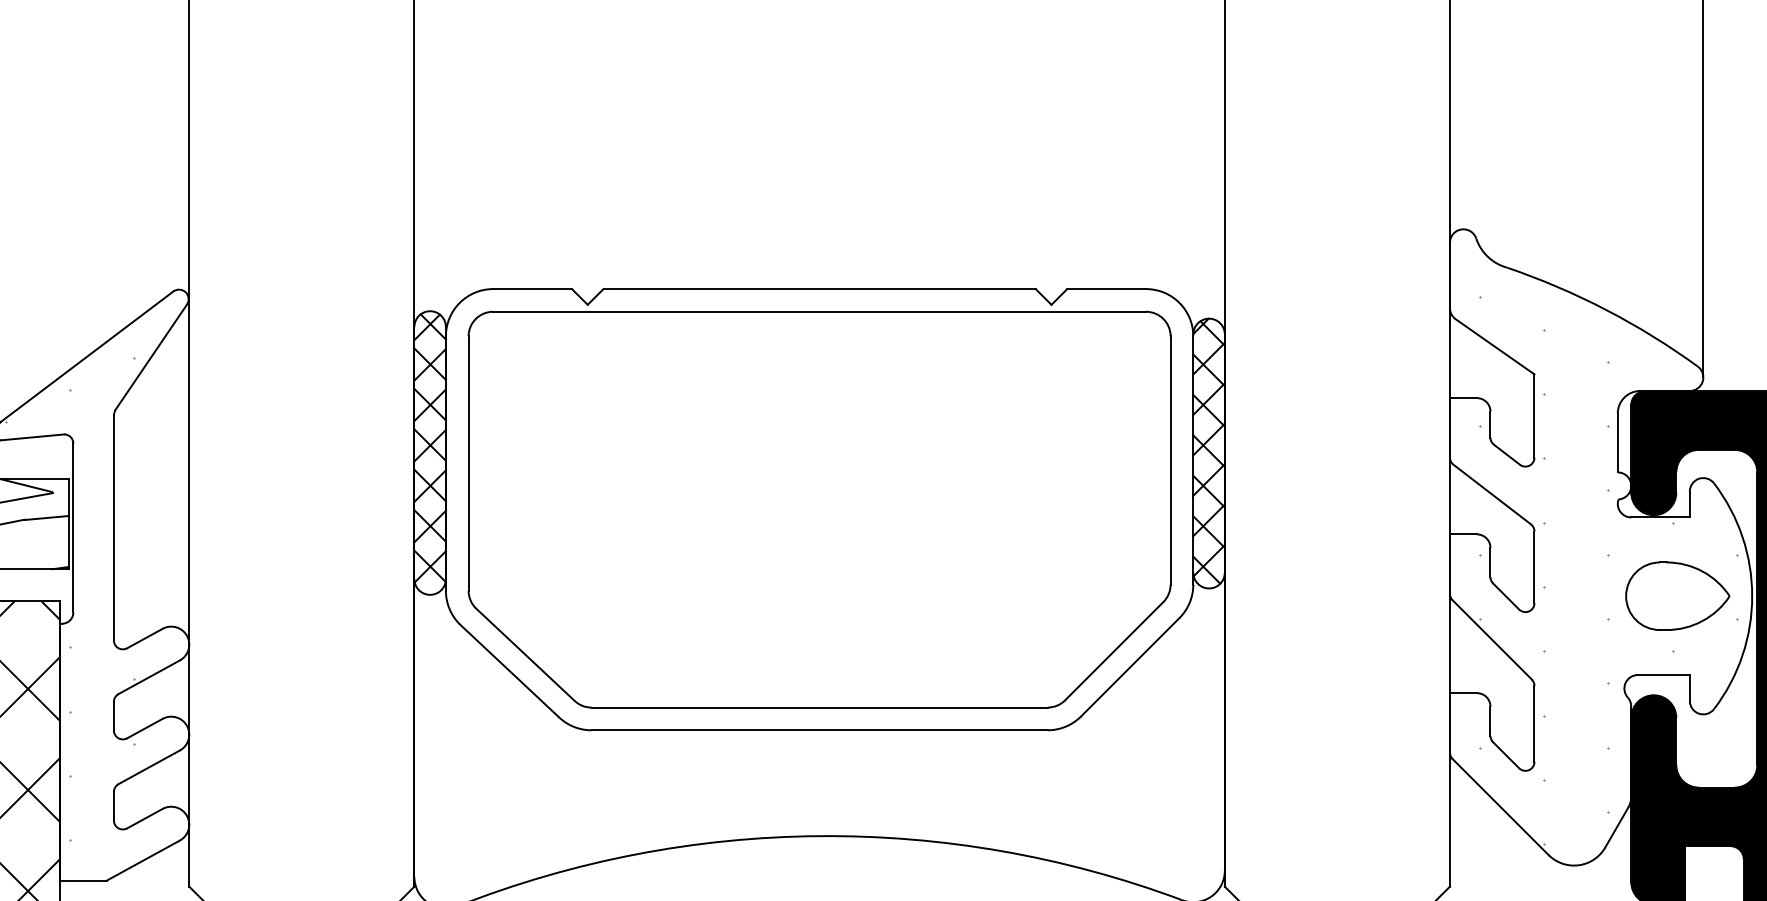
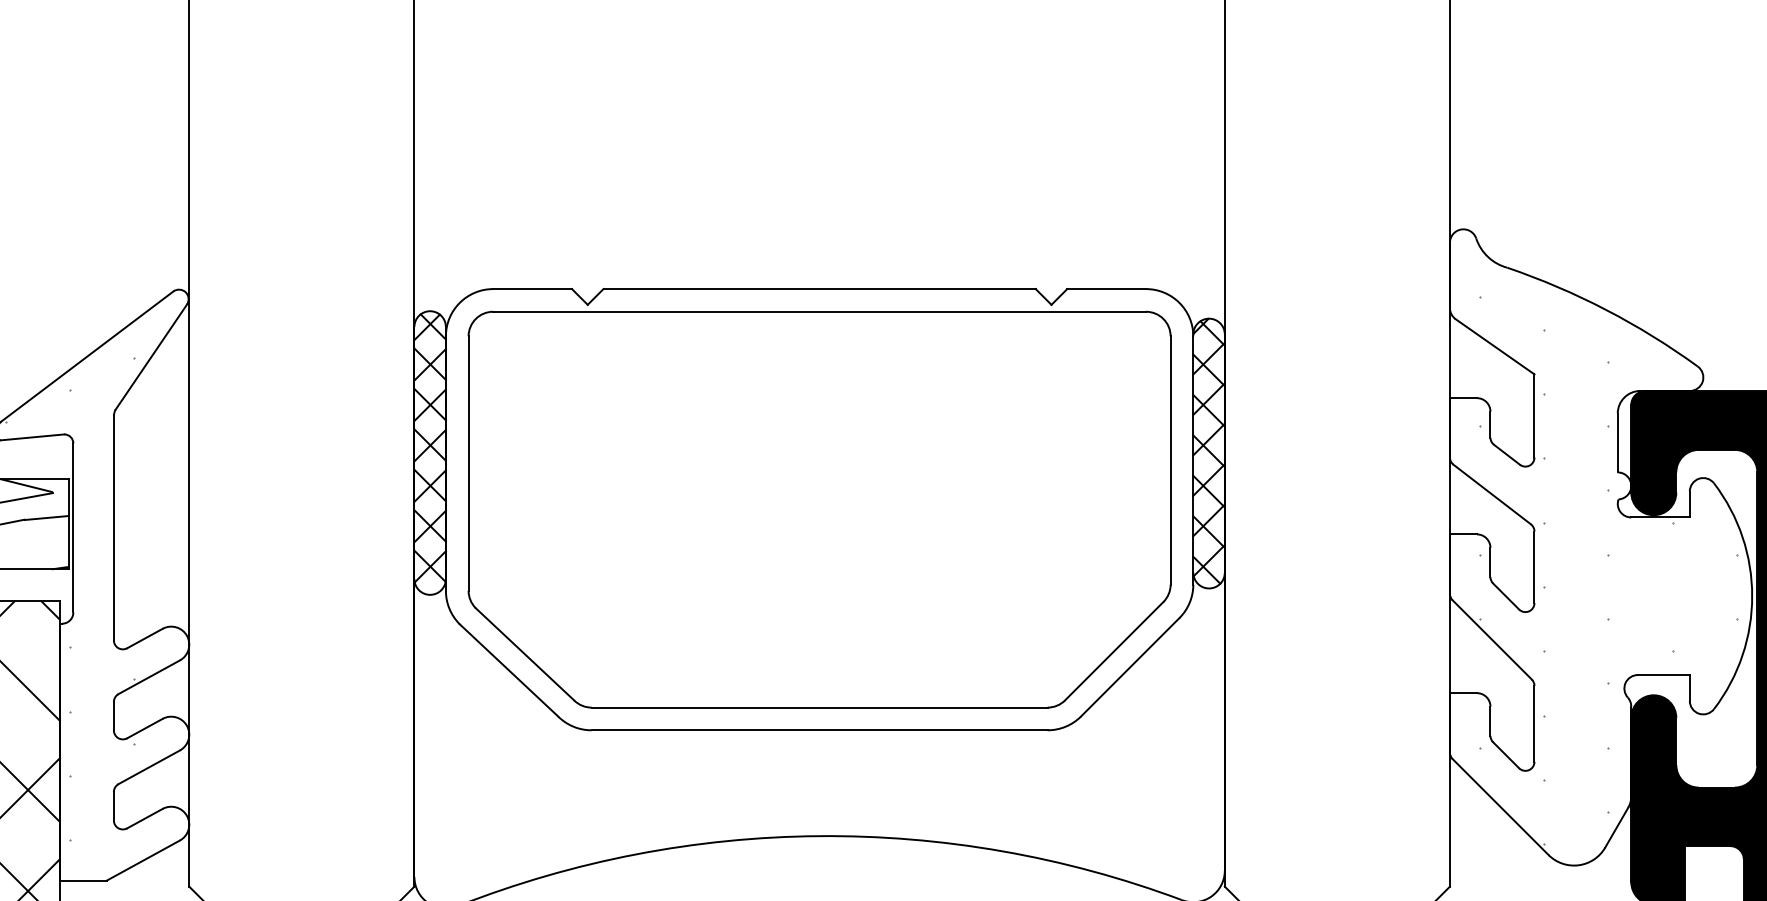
line at (1703, 189): present -> none
part at (1677, 595): present -> none
line at (30, 685): present -> none
